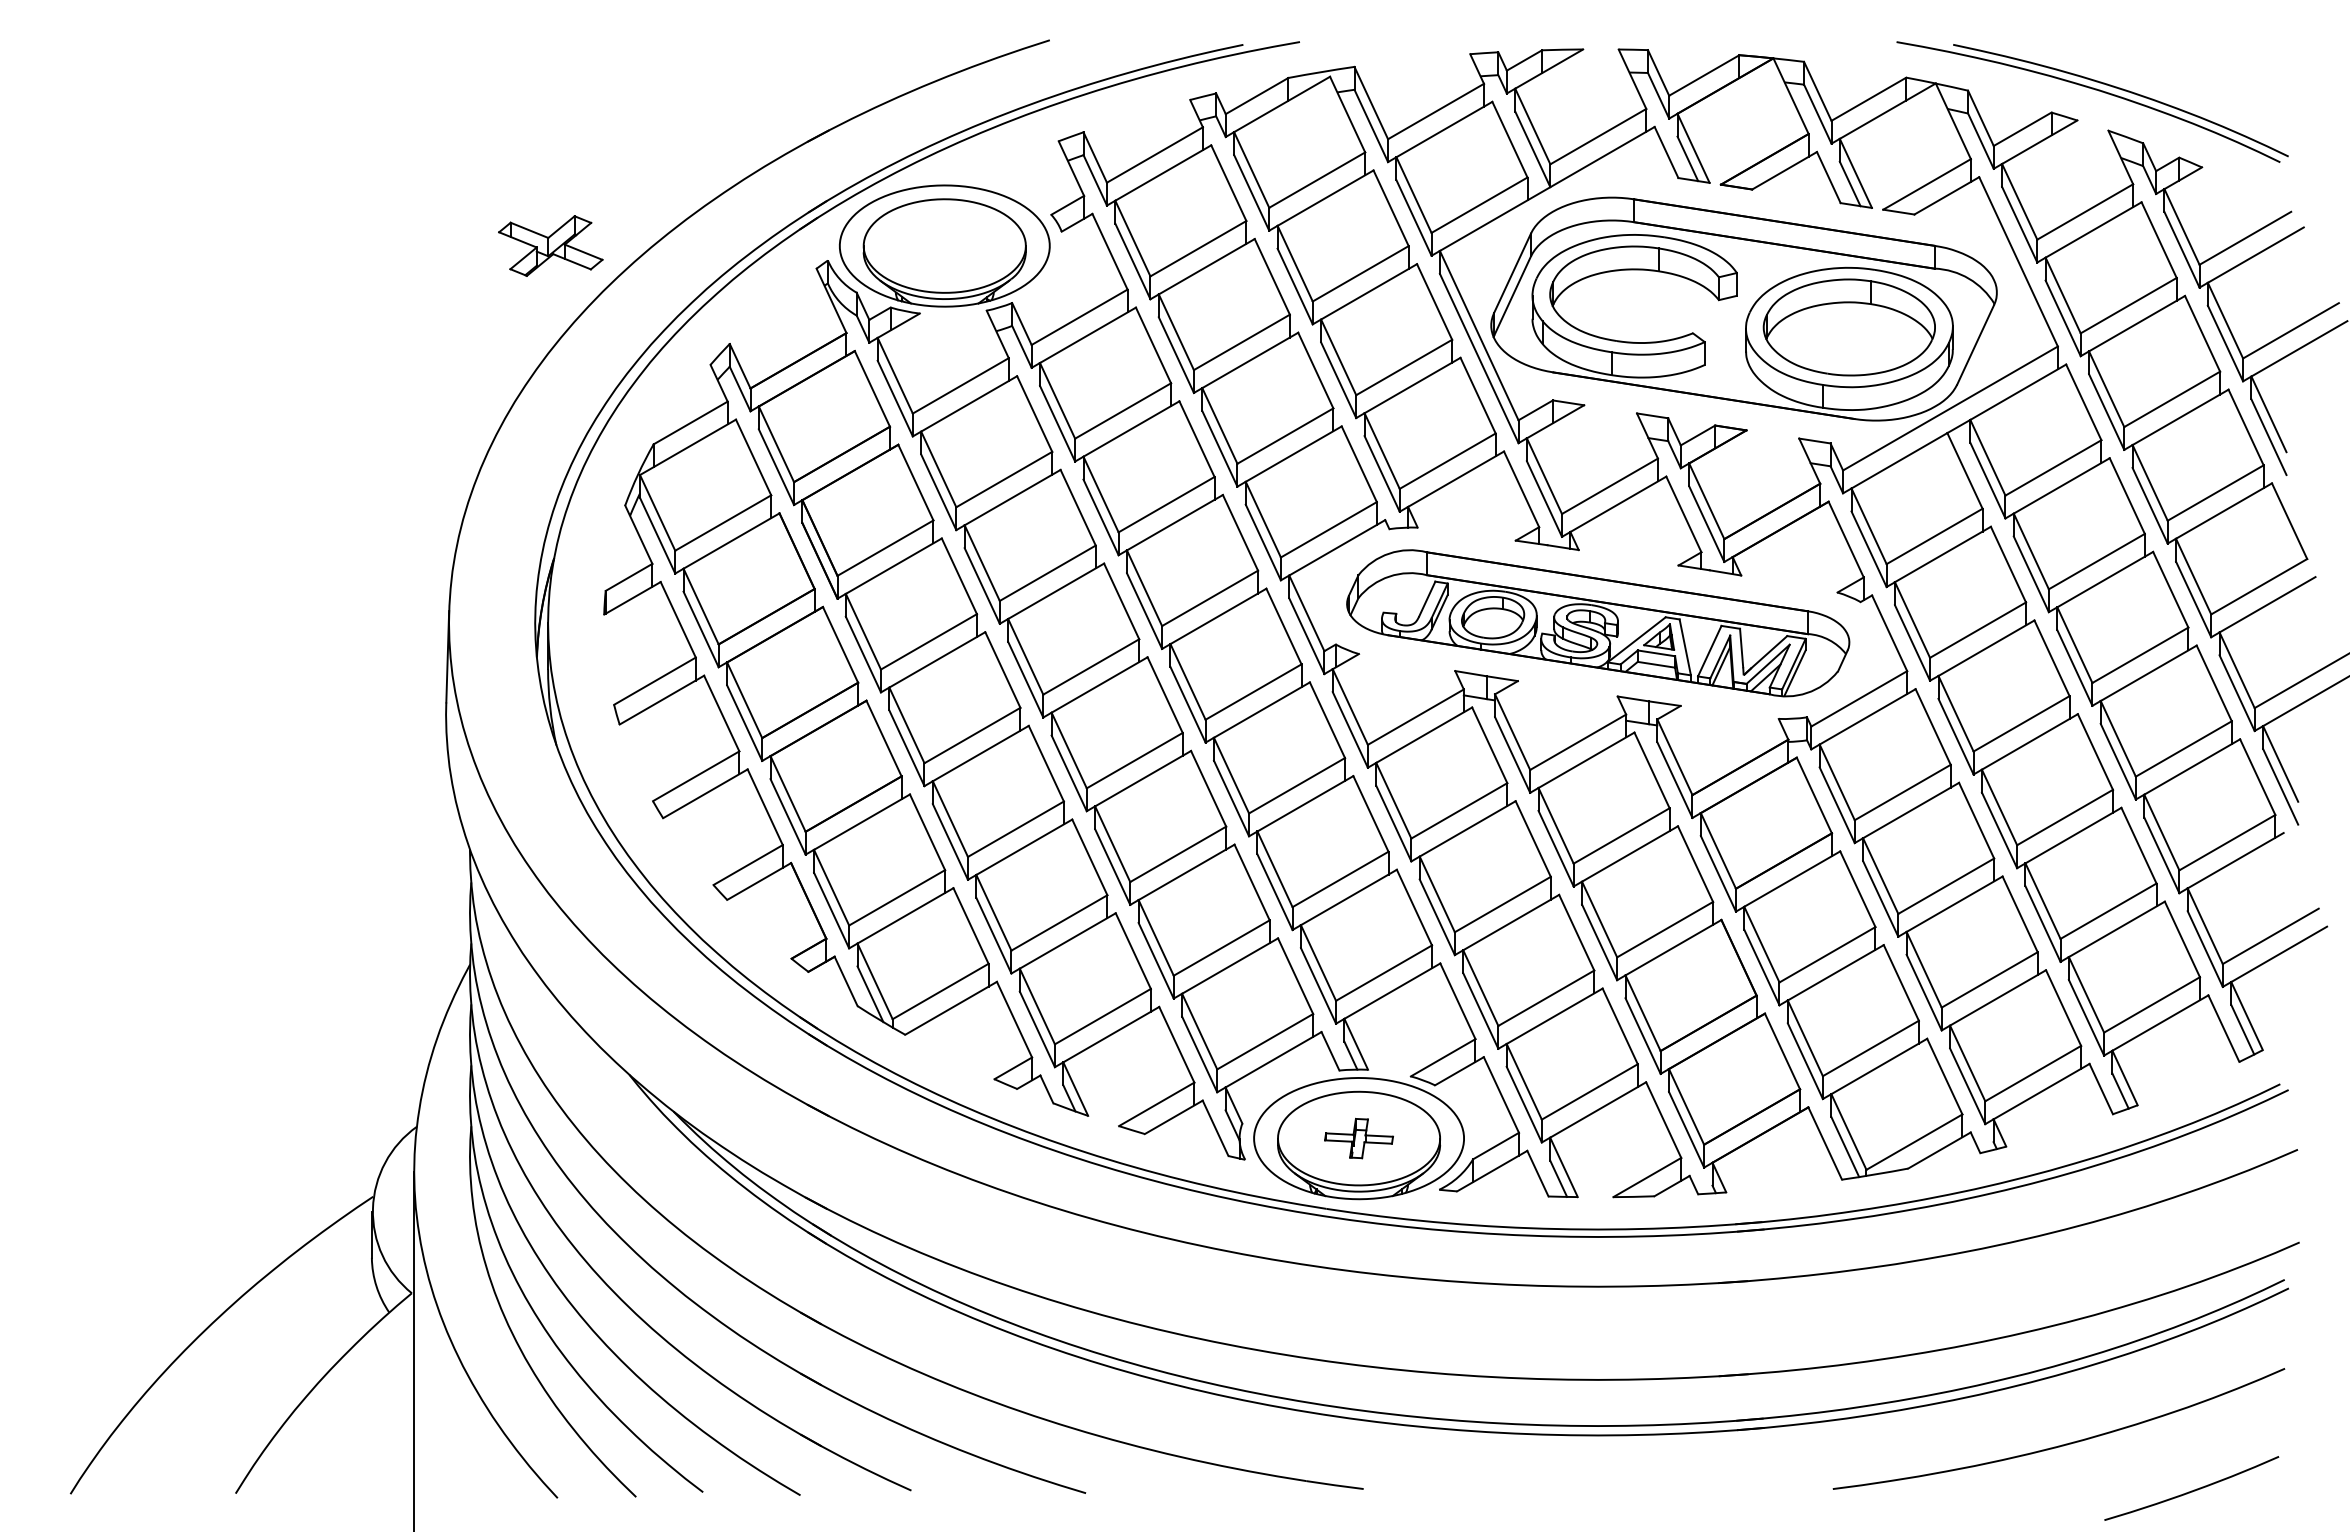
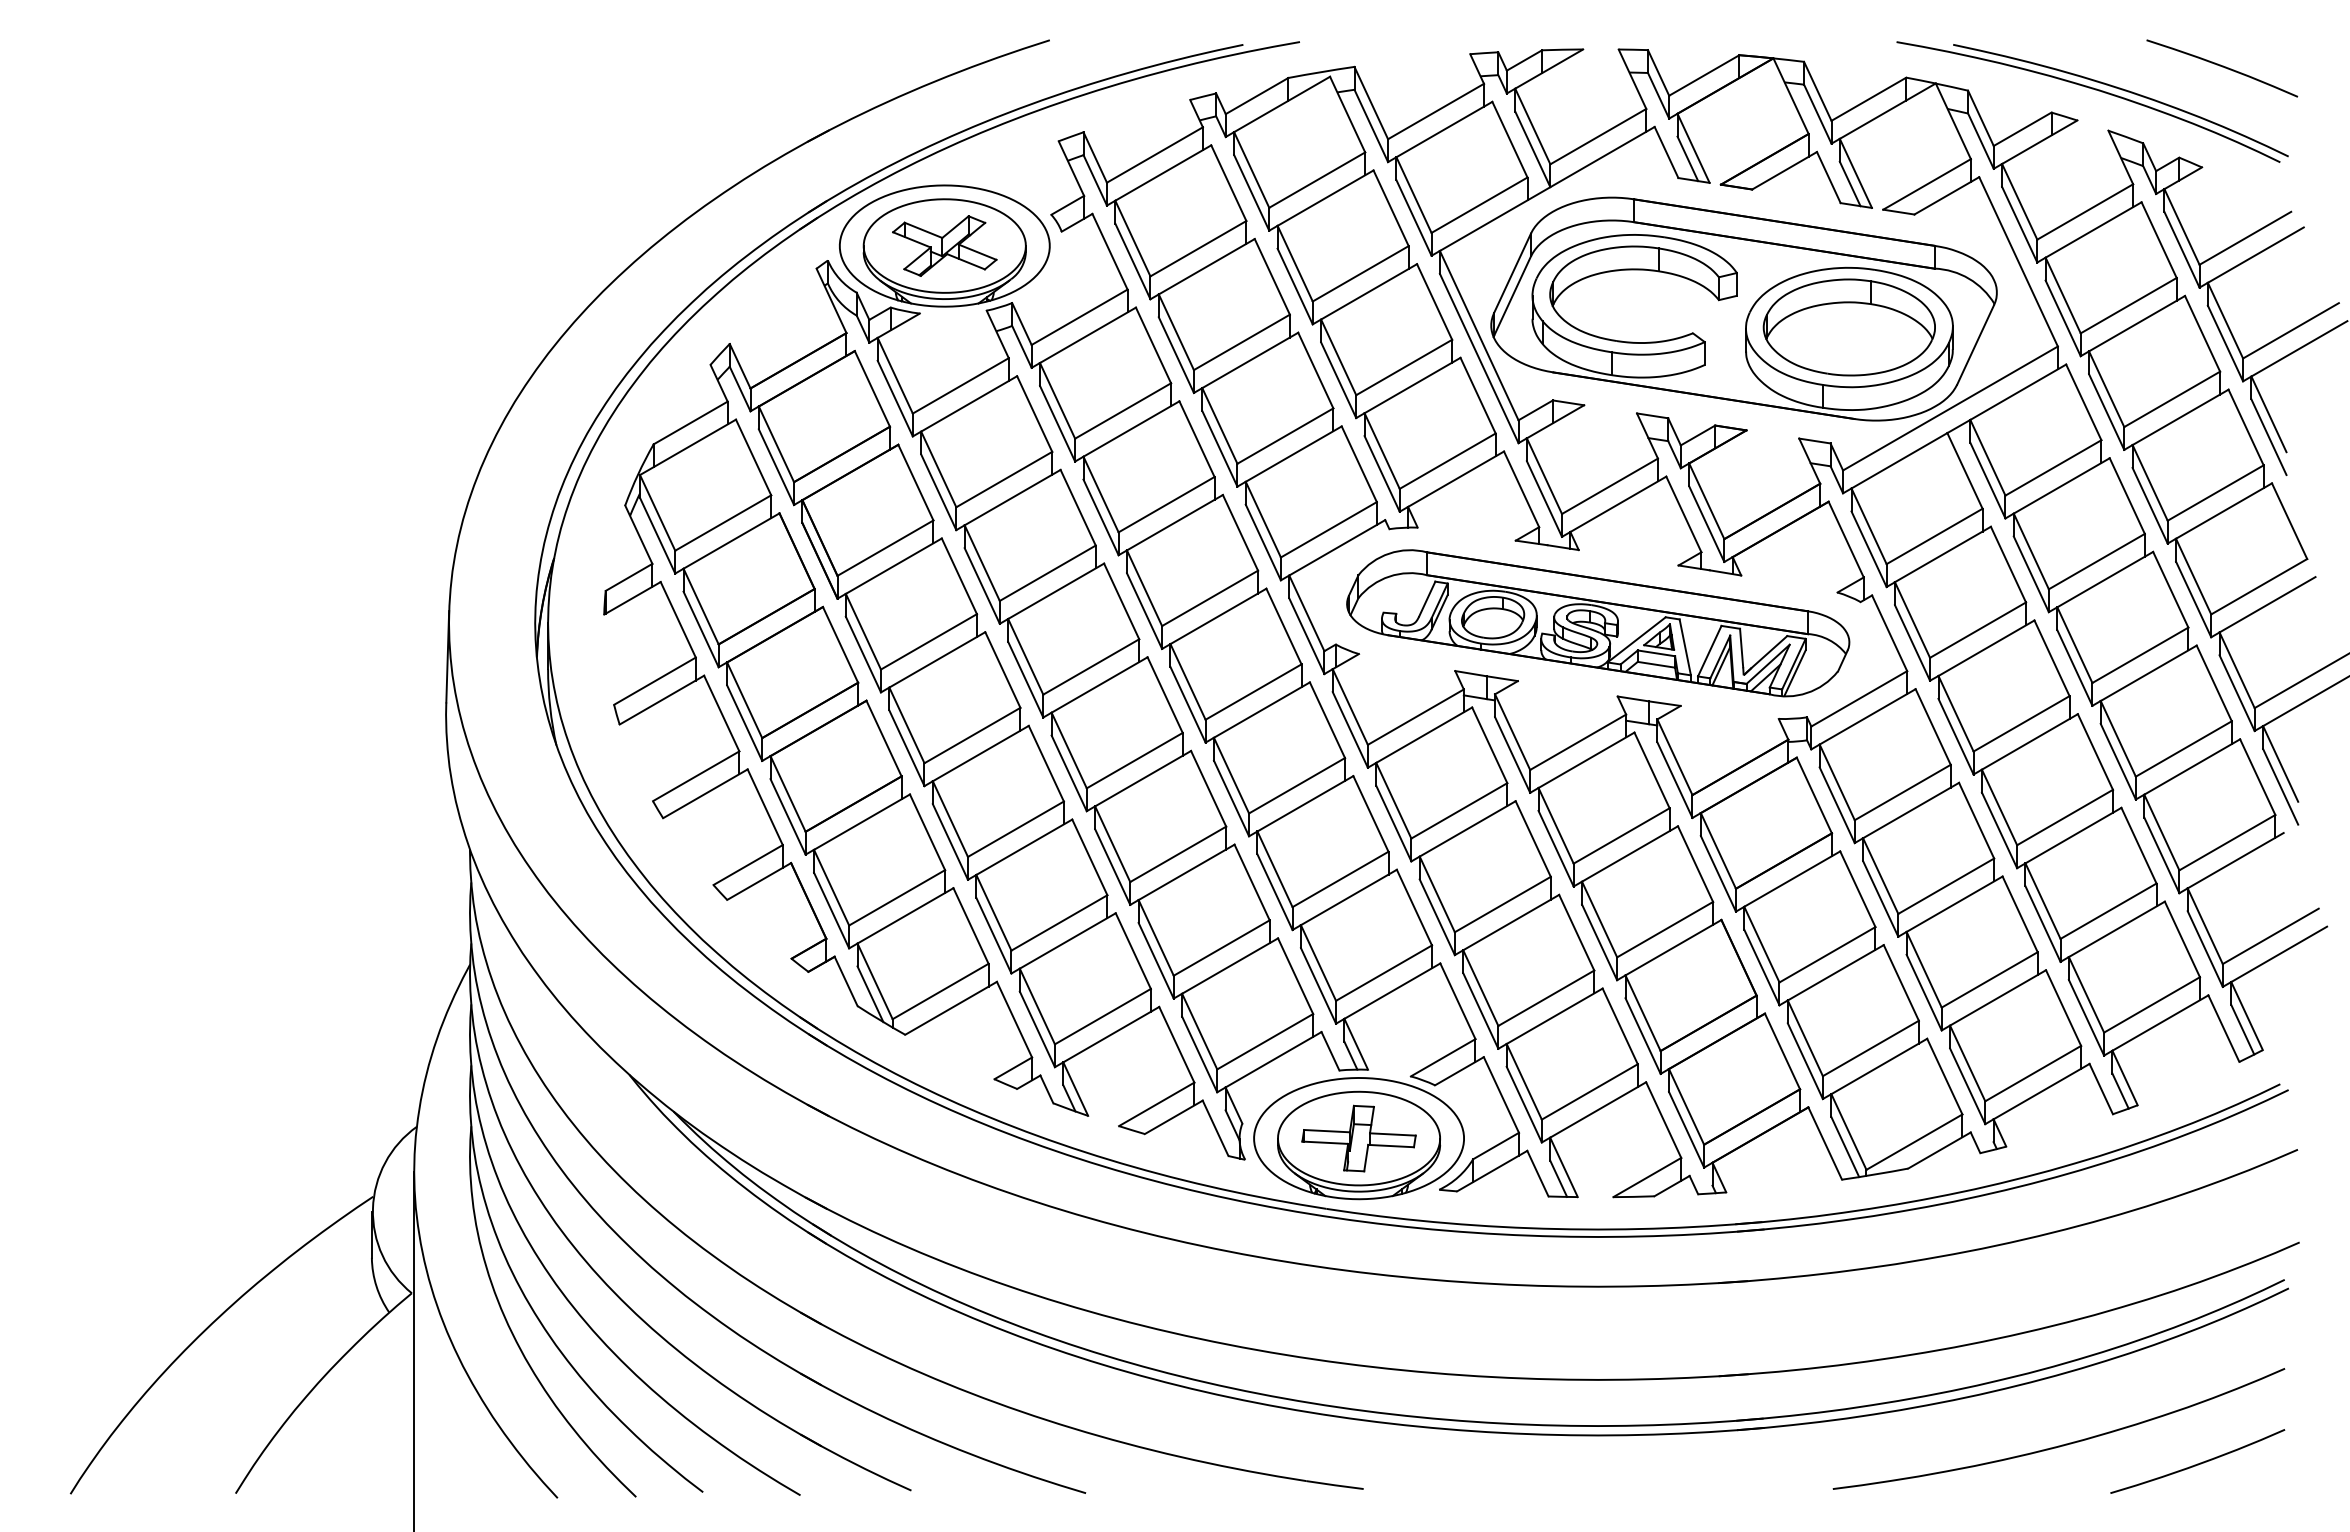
curve at (2222, 67): none -> present
part at (550, 245) position: (550, 245) -> (944, 245)
part at (1358, 1138) size: 70x43 px -> 116x69 px
curve at (2191, 1490) position: (2191, 1490) -> (2197, 1463)
